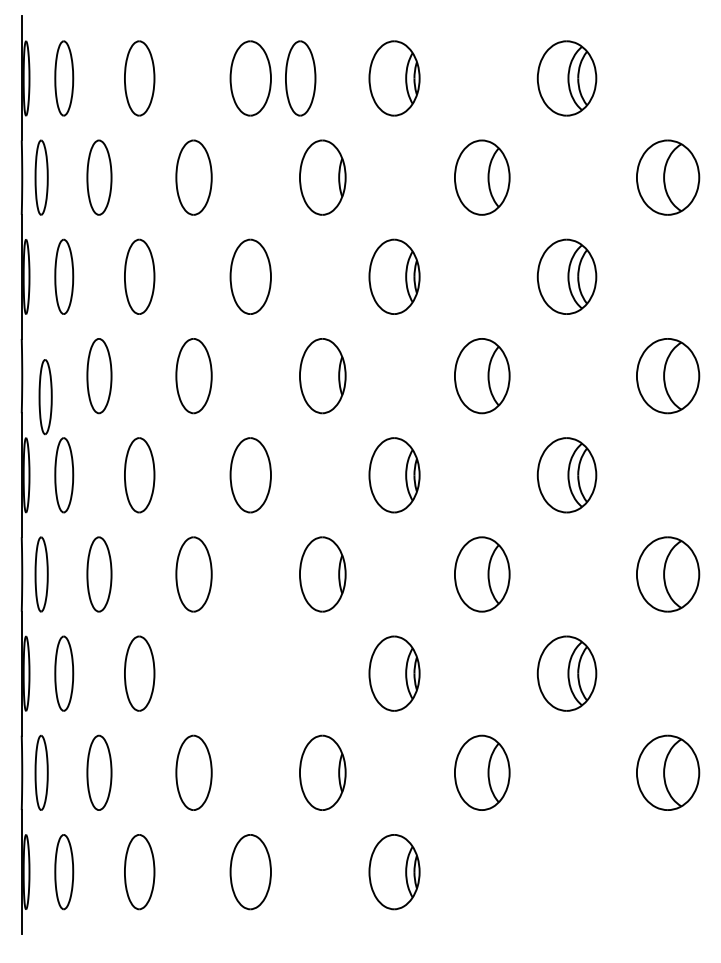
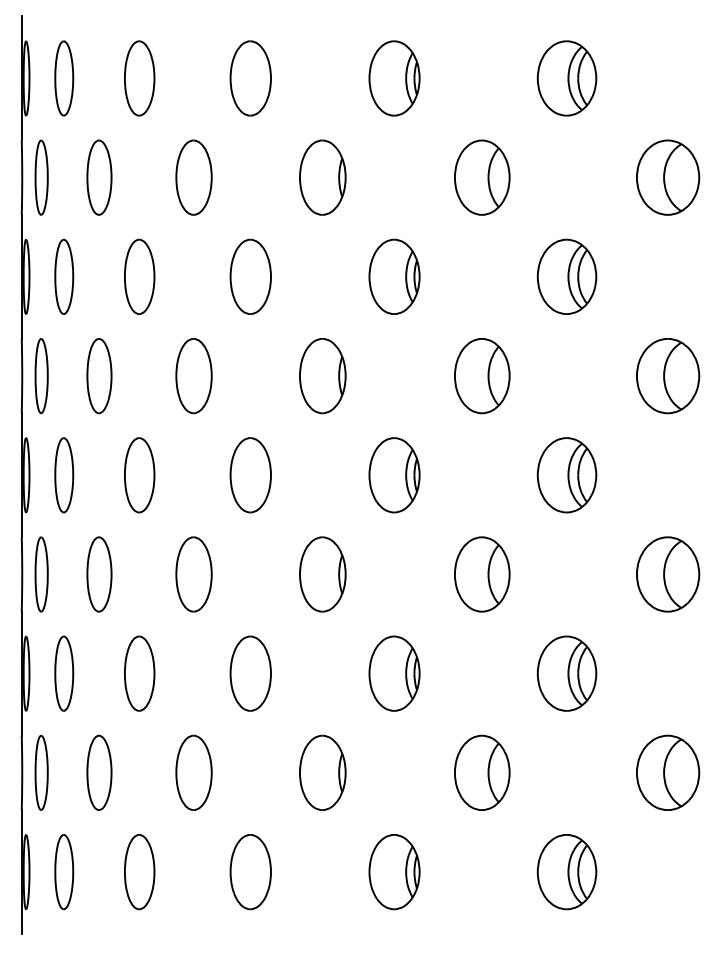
part at (300, 78): present -> none
part at (45, 397) position: (45, 397) -> (41, 376)
part at (250, 673): none -> present
part at (566, 872): none -> present
